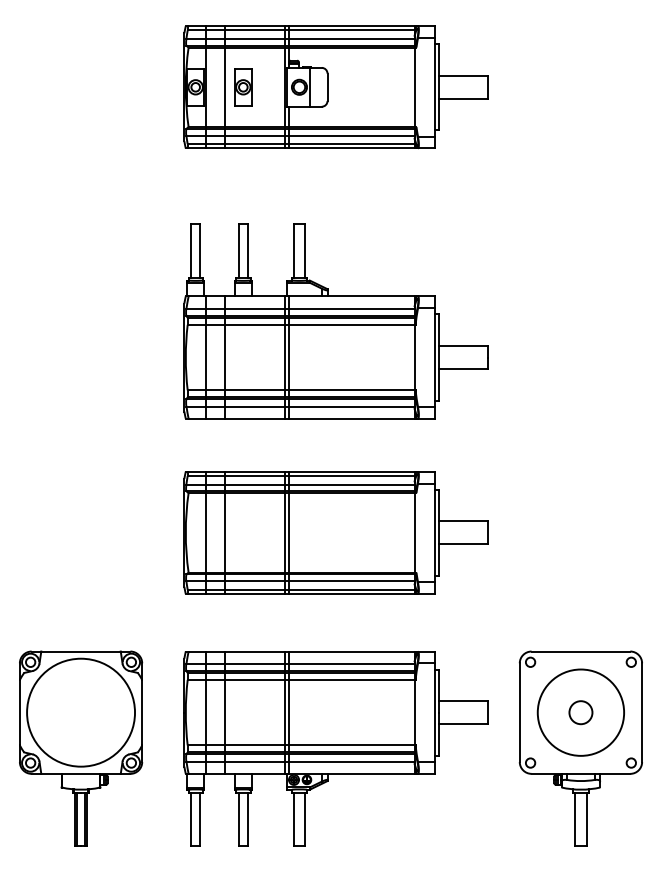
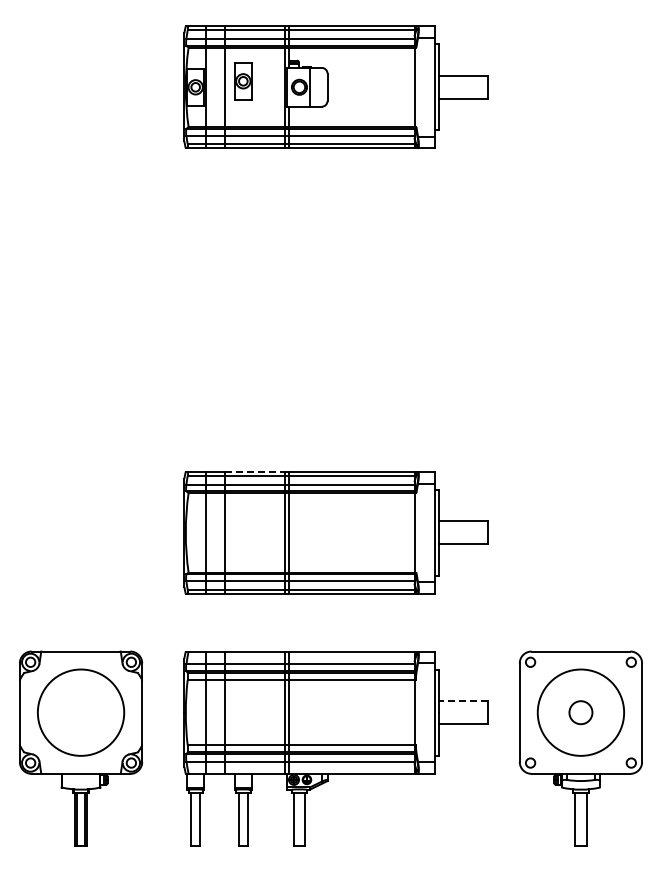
part at (243, 87) position: (243, 87) -> (243, 81)
part at (335, 321): present -> none
line at (255, 471): solid -> dashed
line at (463, 701): solid -> dashed
circle at (81, 712) diameter: 108 px -> 86 px
